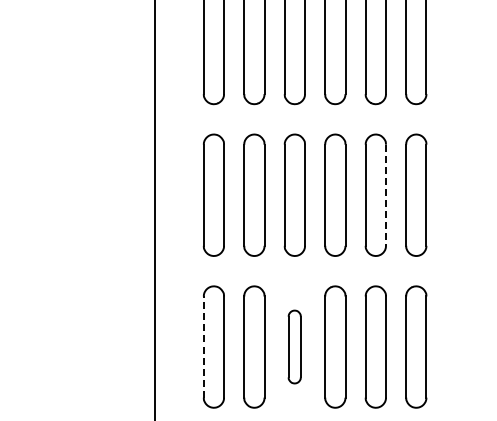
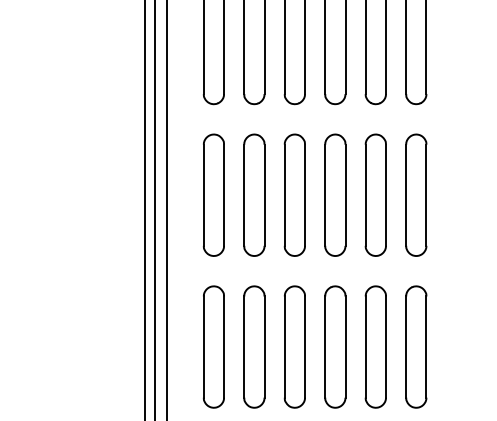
line at (385, 195): dashed -> solid
line at (144, 209): none -> present
line at (167, 209): none -> present
part at (294, 346) size: 15x76 px -> 23x124 px
line at (203, 347): dashed -> solid
